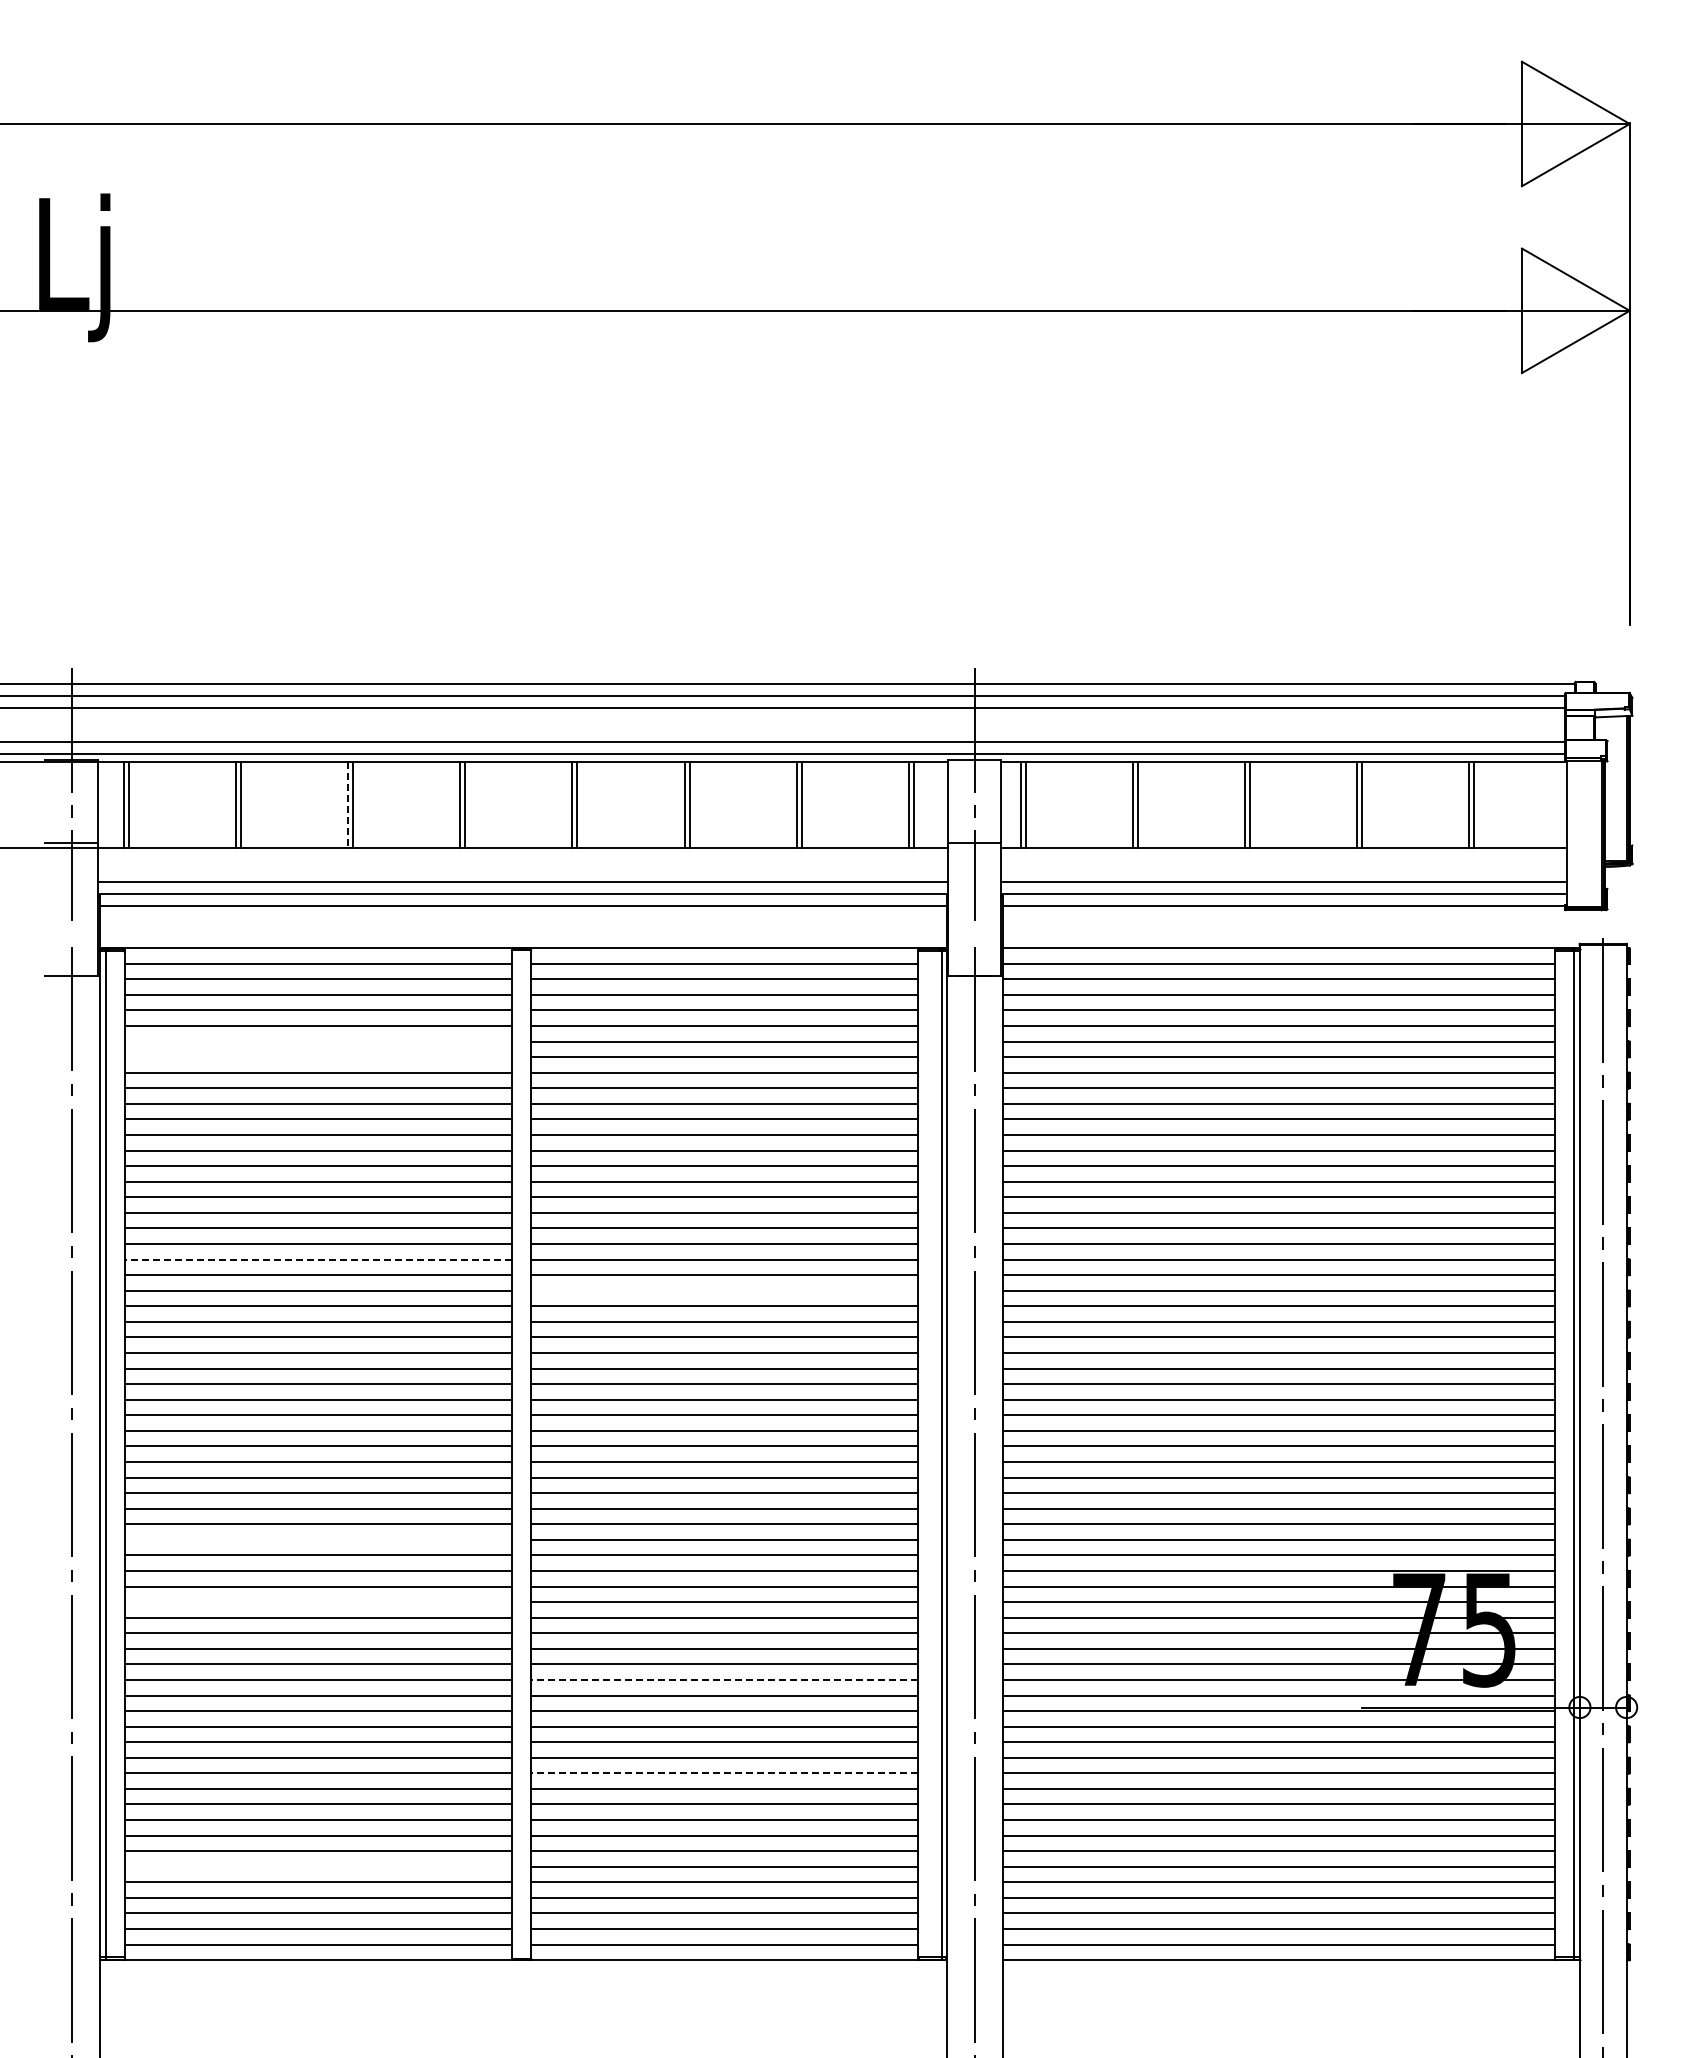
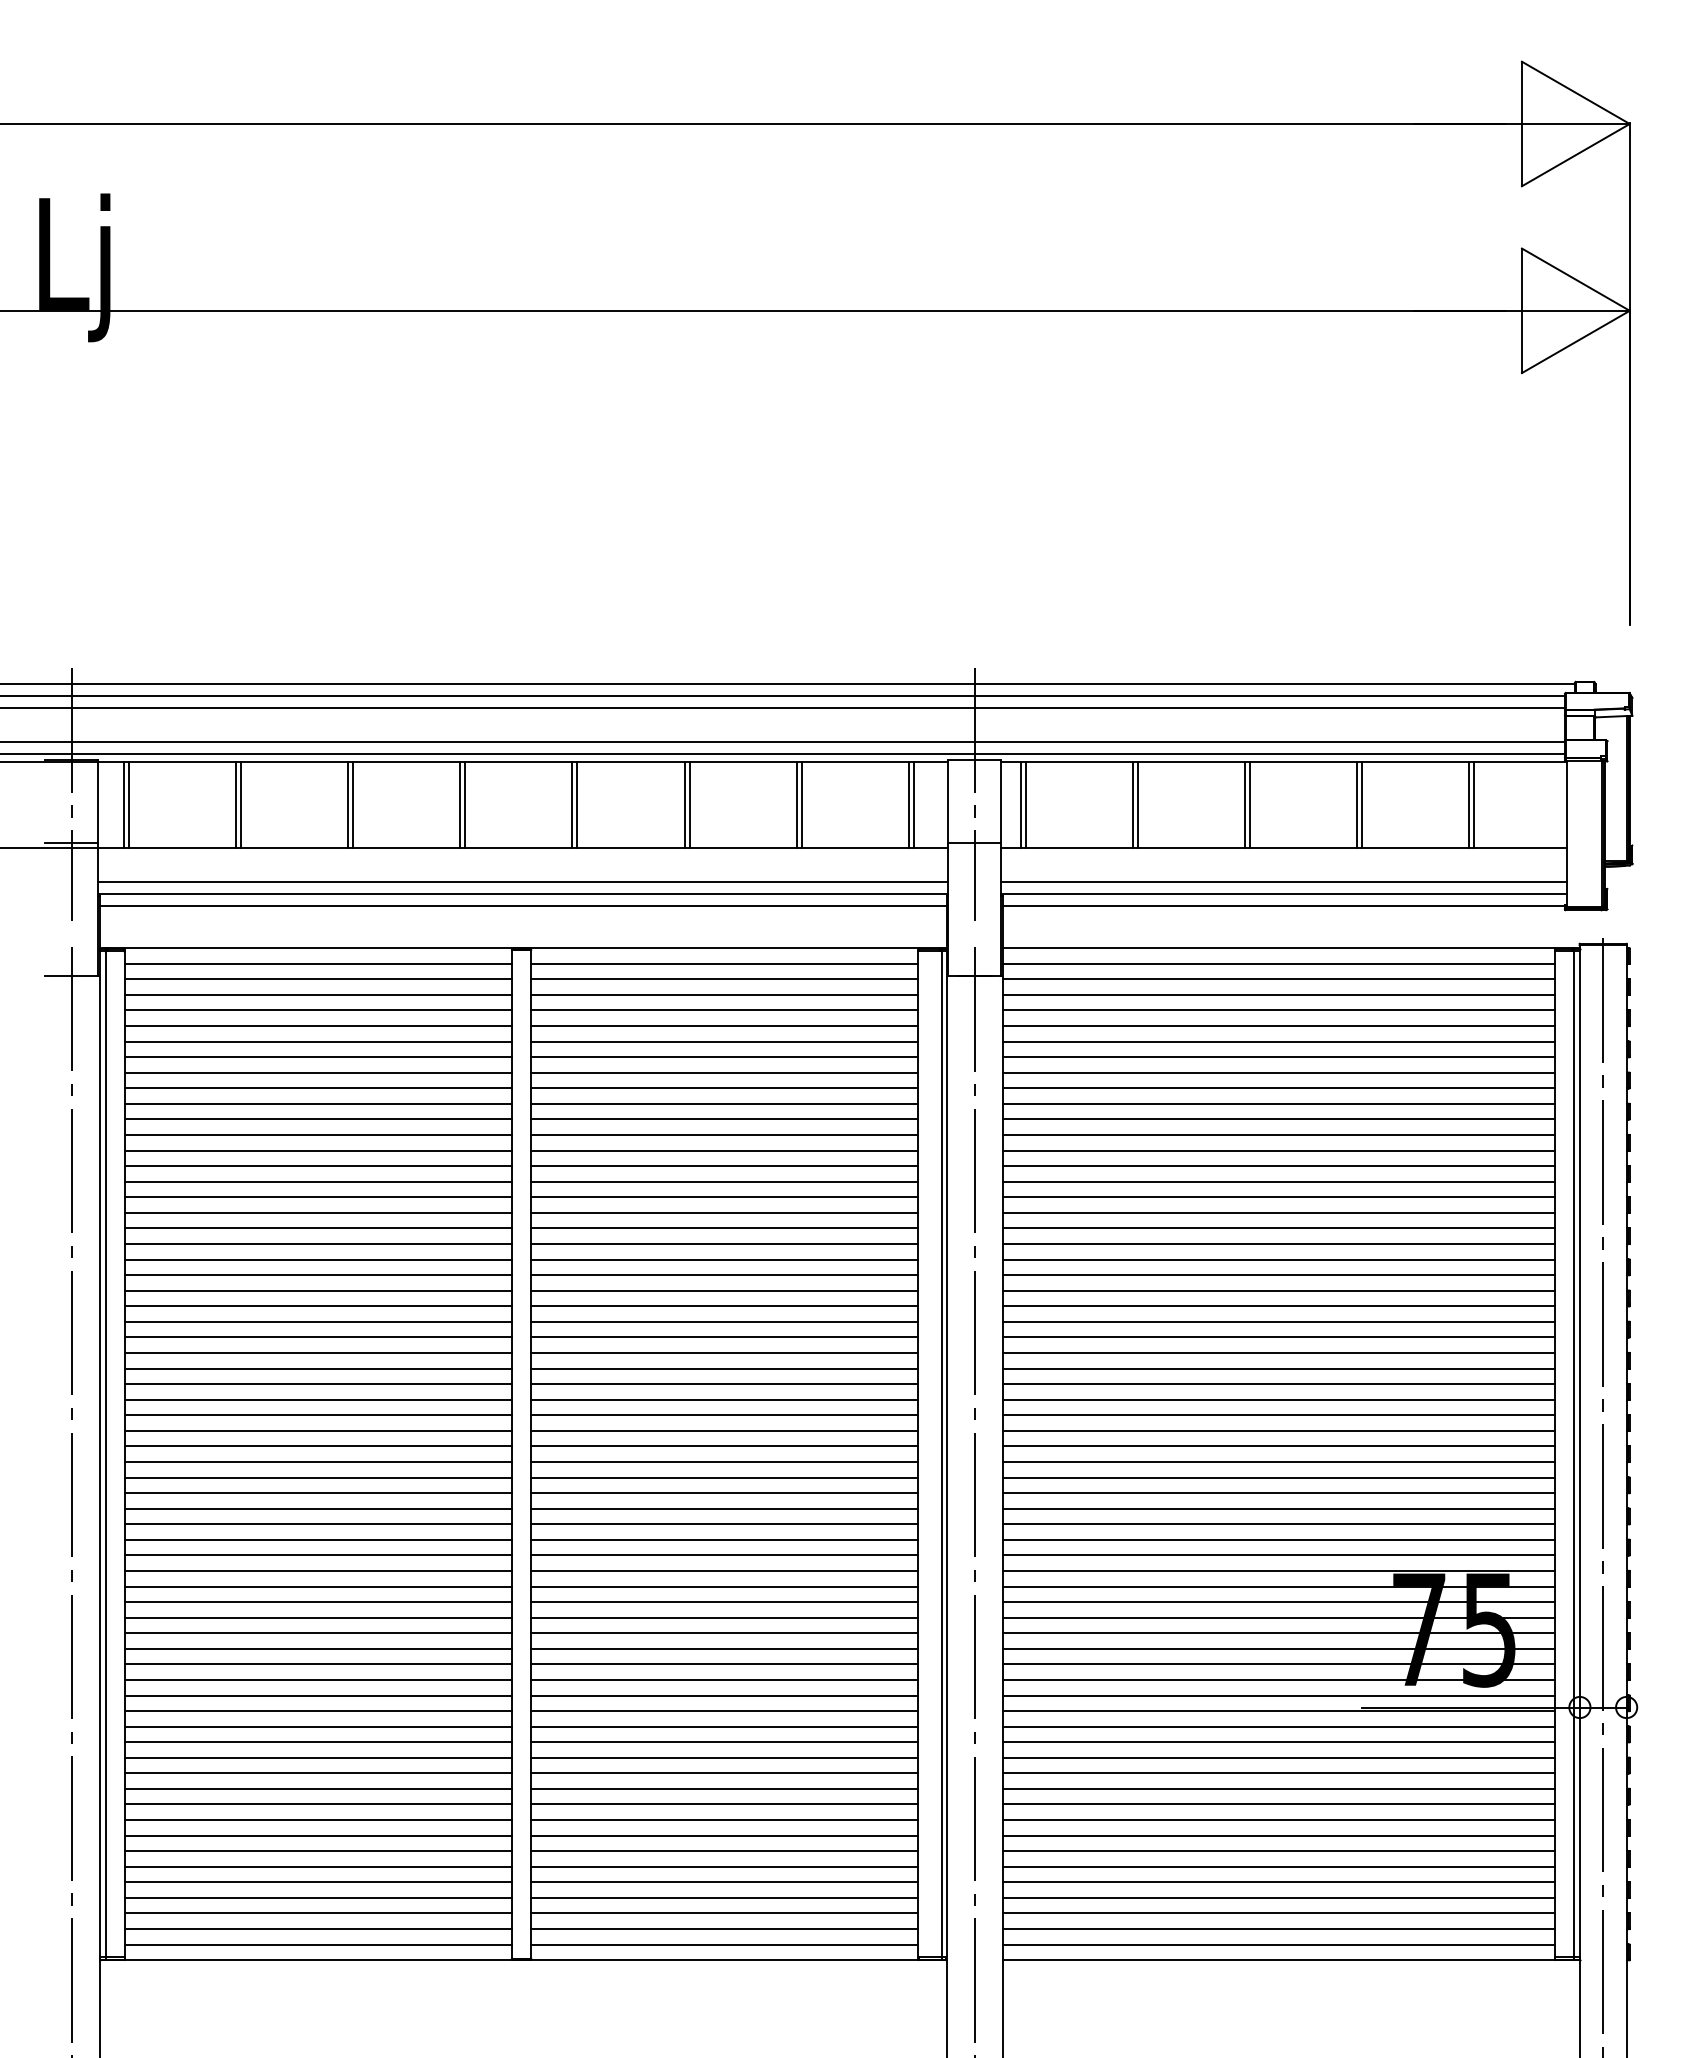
line at (348, 805): dashed -> solid
line at (318, 1041): none -> present
line at (318, 1057): none -> present
line at (318, 1259): dashed -> solid
line at (724, 1290): none -> present
line at (318, 1539): none -> present
line at (318, 1602): none -> present
line at (724, 1679): dashed -> solid
line at (724, 1773): dashed -> solid
line at (318, 1866): none -> present
